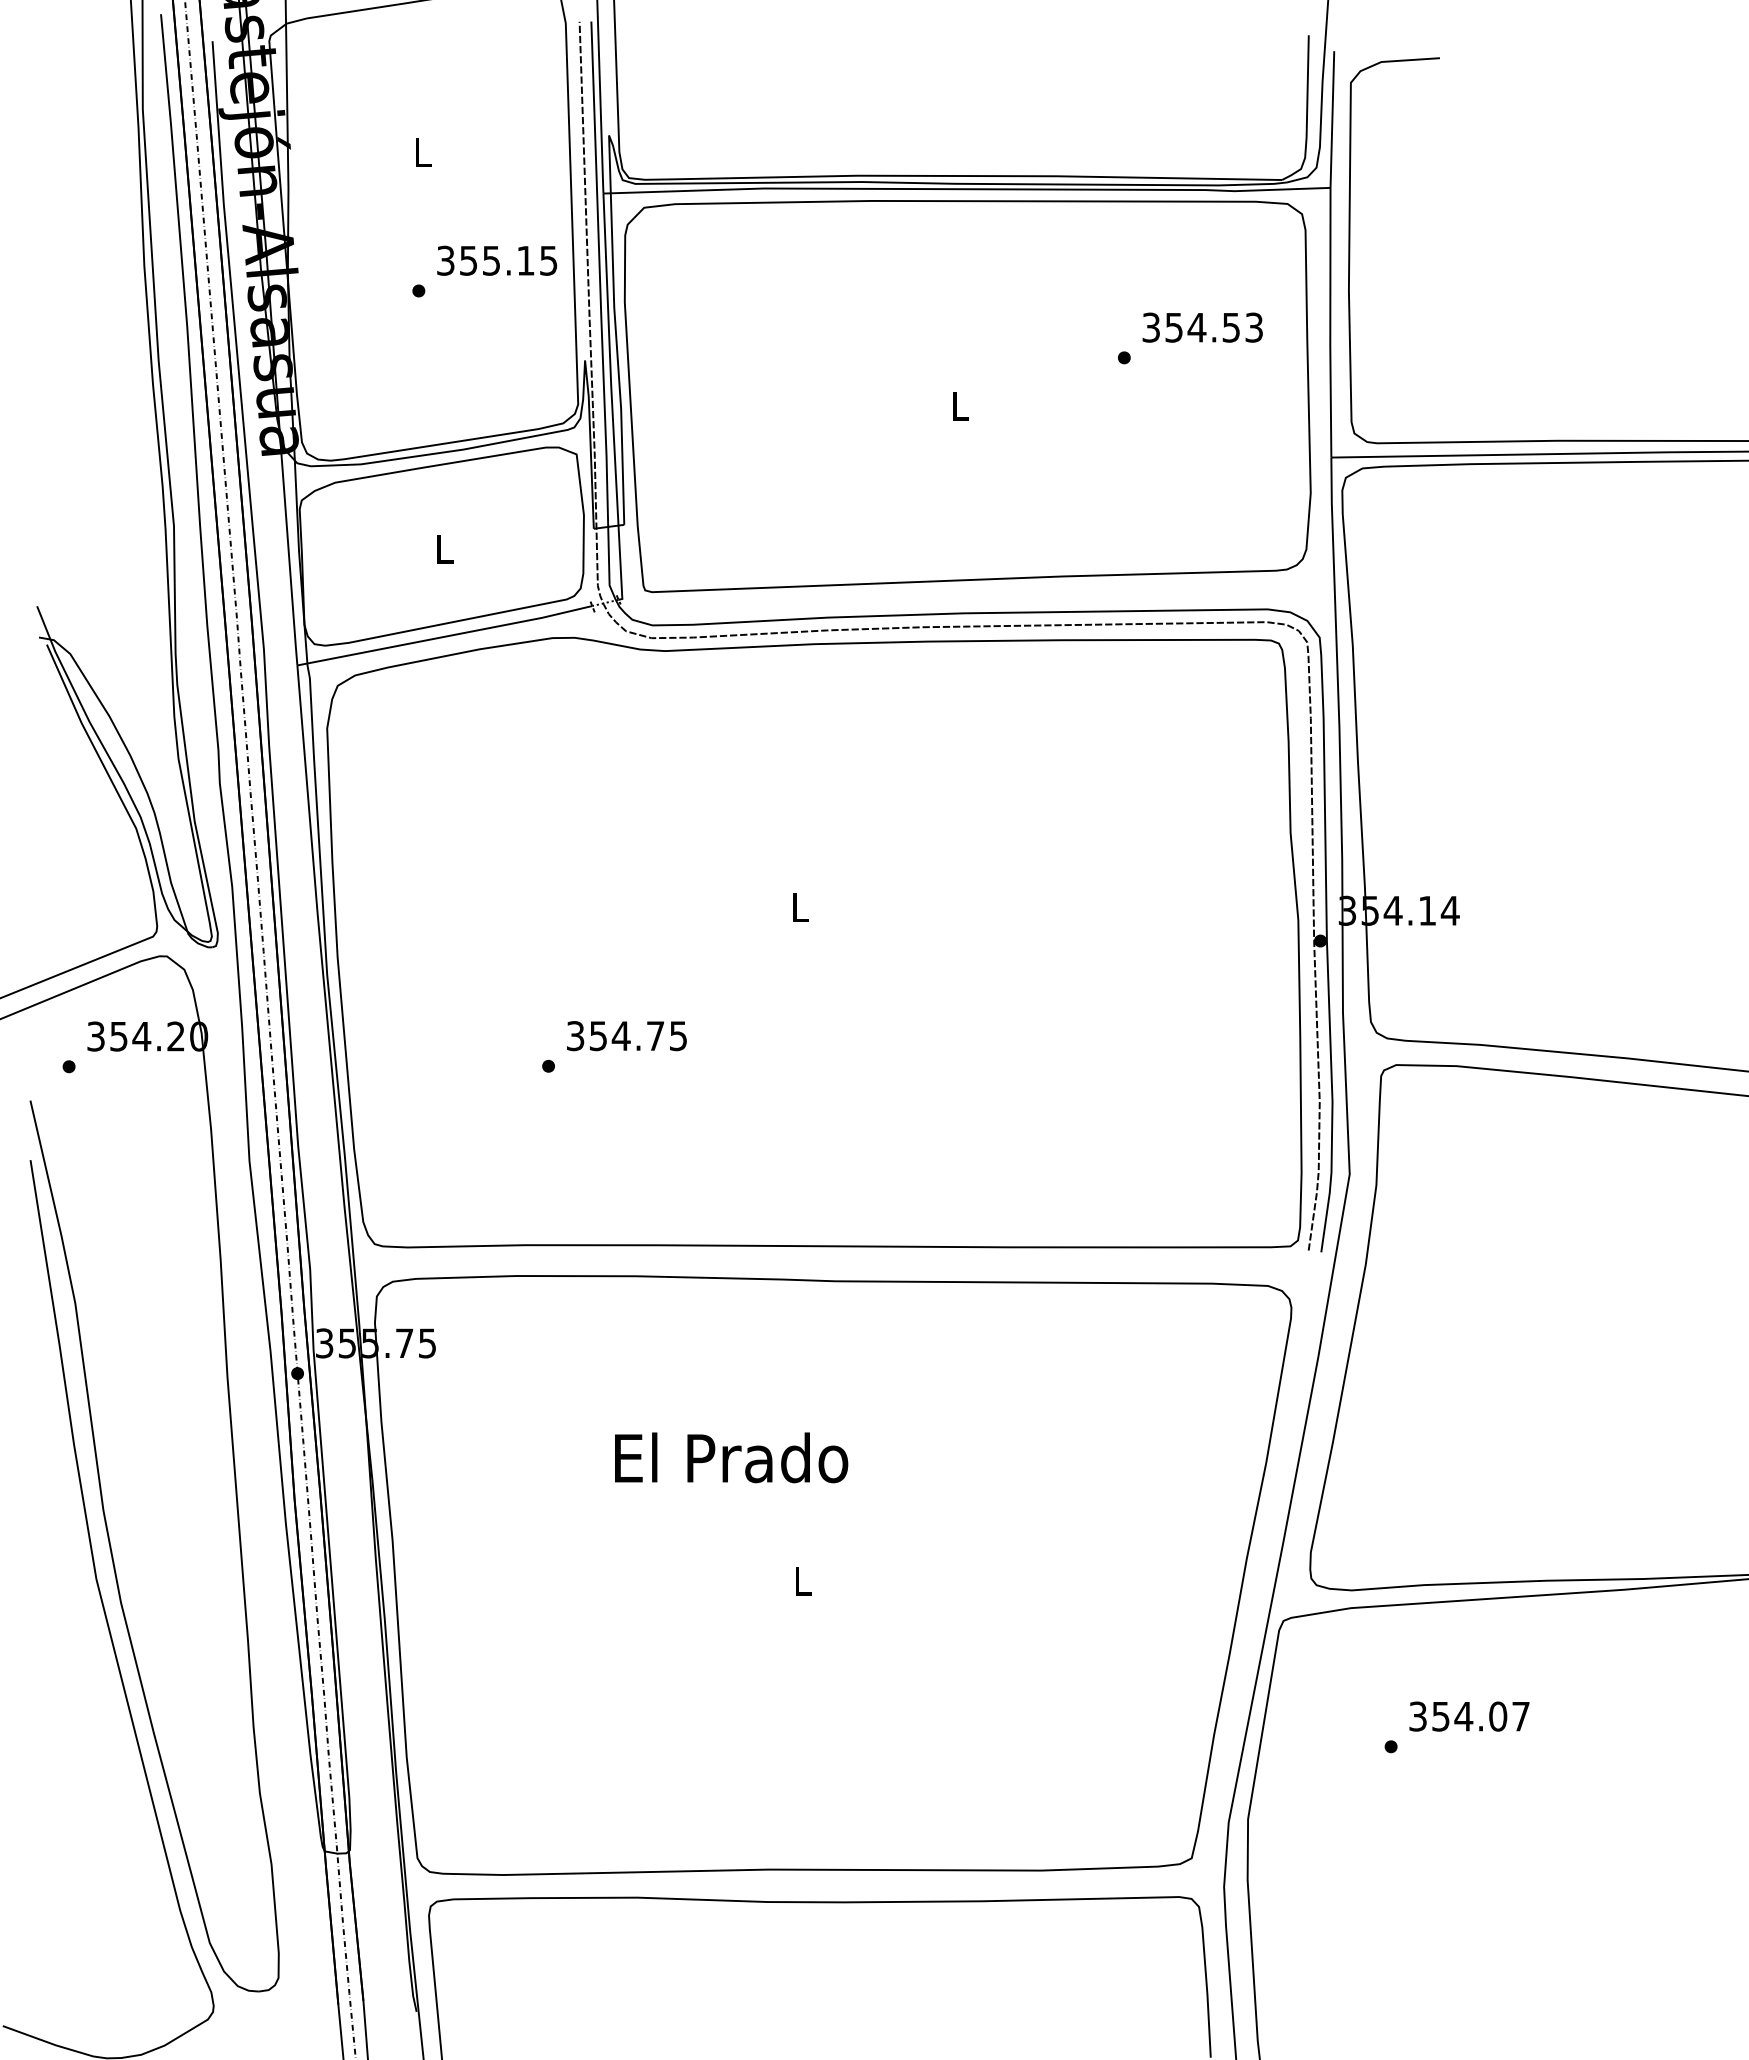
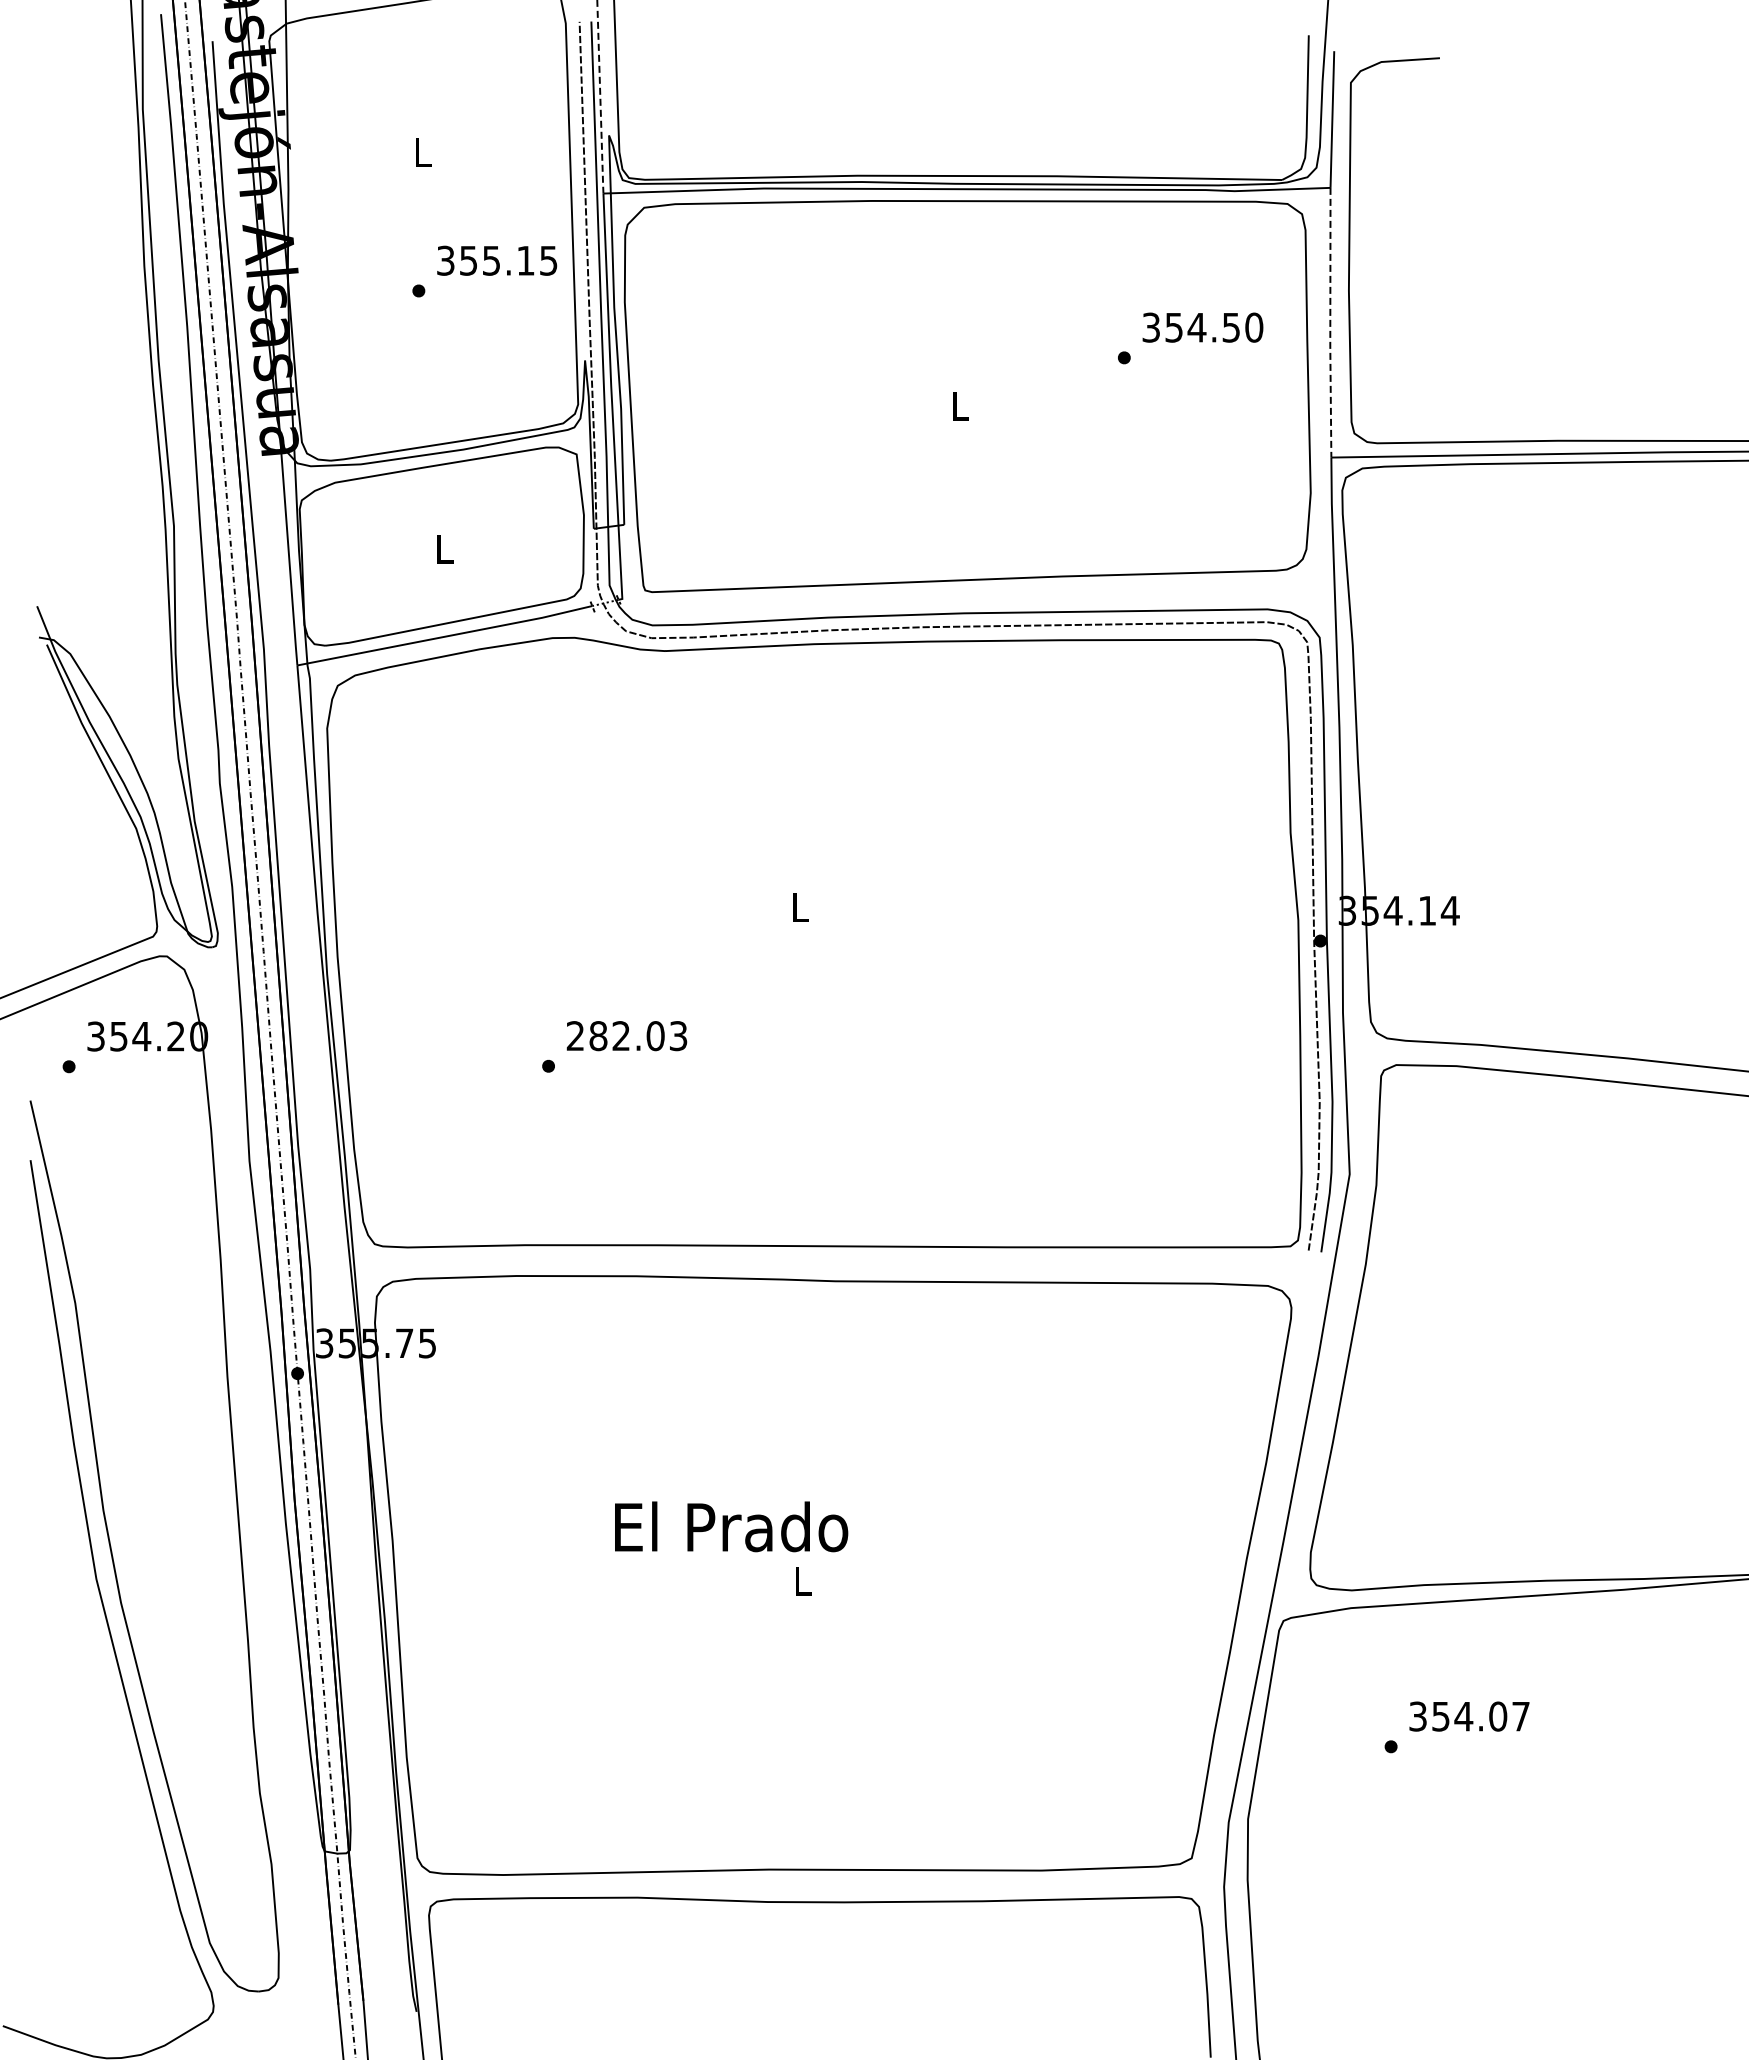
line at (600, 98): solid -> dashed
line at (1330, 323): solid -> dashed
text at (1254, 327): 354.53 -> 354.50
text at (626, 1036): 354.75 -> 282.03
text at (731, 1457) position: (731, 1457) -> (731, 1526)
